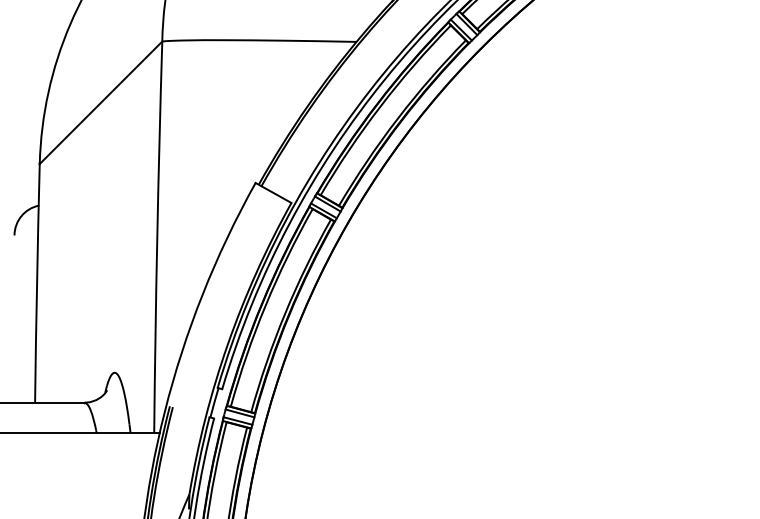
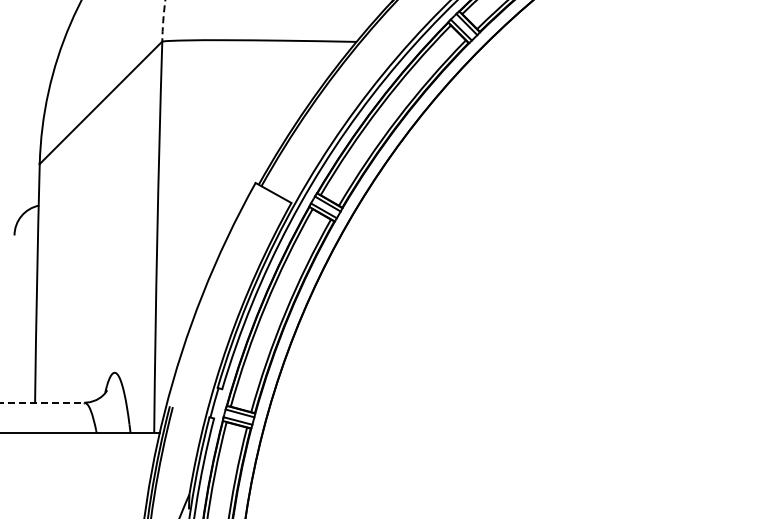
arc at (163, 20): solid -> dashed
line at (42, 402): solid -> dashed
